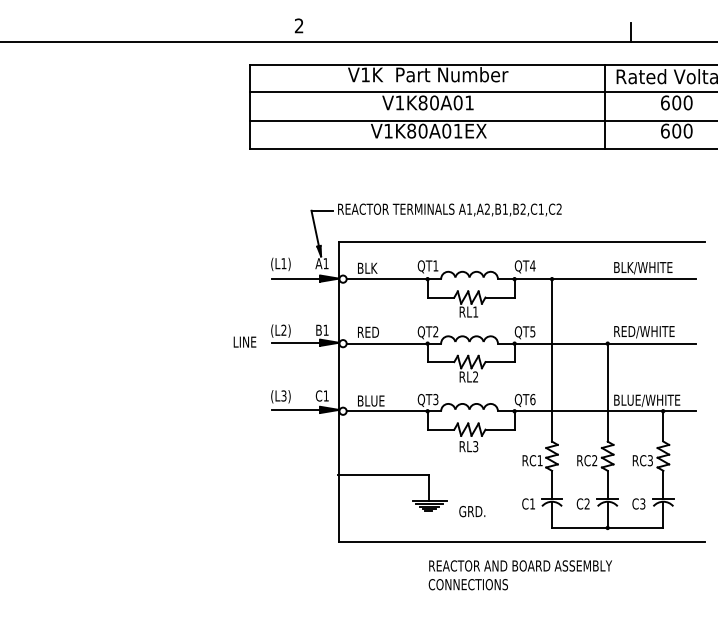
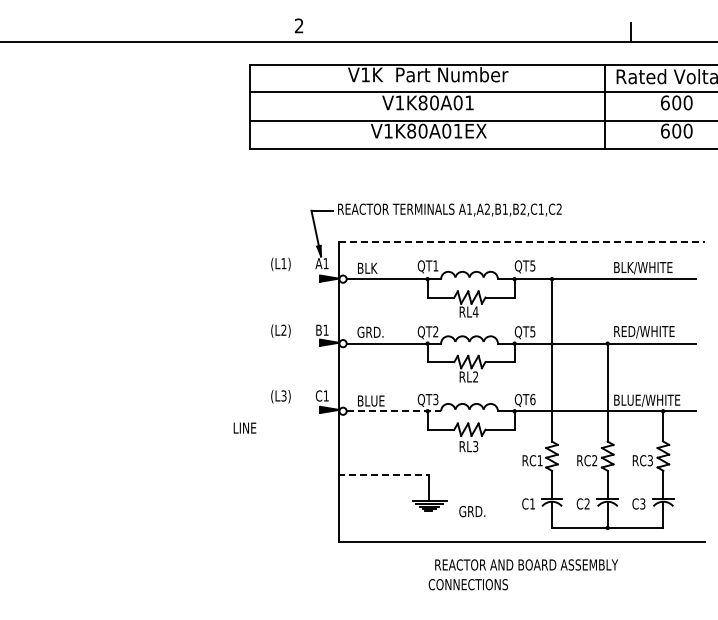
line at (522, 242): solid -> dashed
text at (532, 265): QT4 -> QT5
line at (296, 278): present -> none
text at (475, 311): RL1 -> RL4
text at (370, 331): RED -> GRD.
text at (244, 341) position: (244, 341) -> (244, 427)
line at (296, 342): present -> none
line at (296, 409): present -> none
line at (394, 411): solid -> dashed
line at (383, 475): solid -> dashed
text at (520, 565) position: (520, 565) -> (526, 564)
